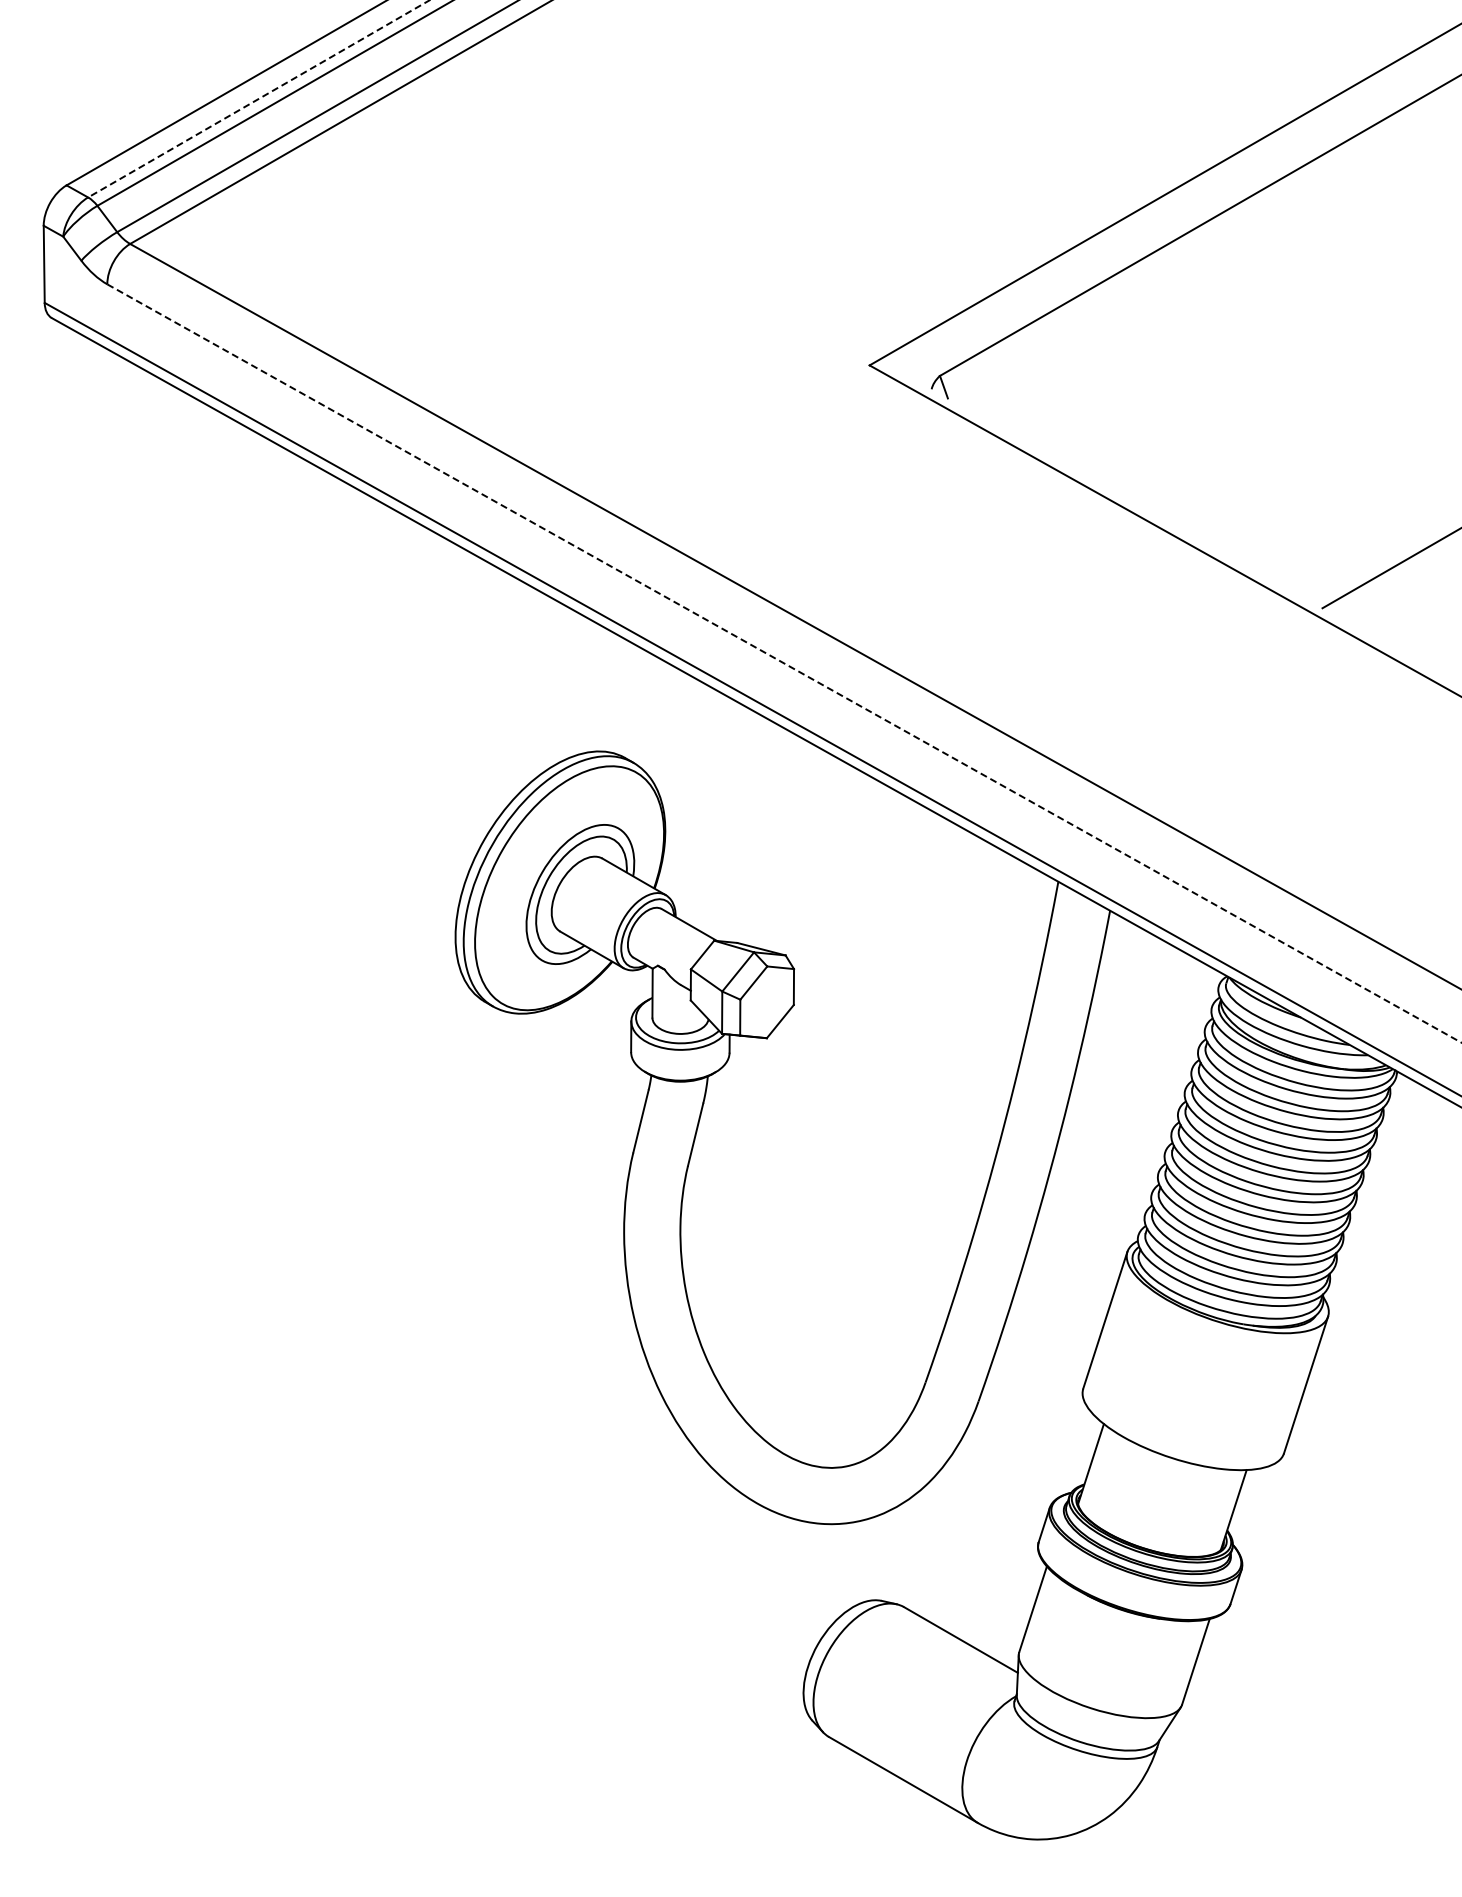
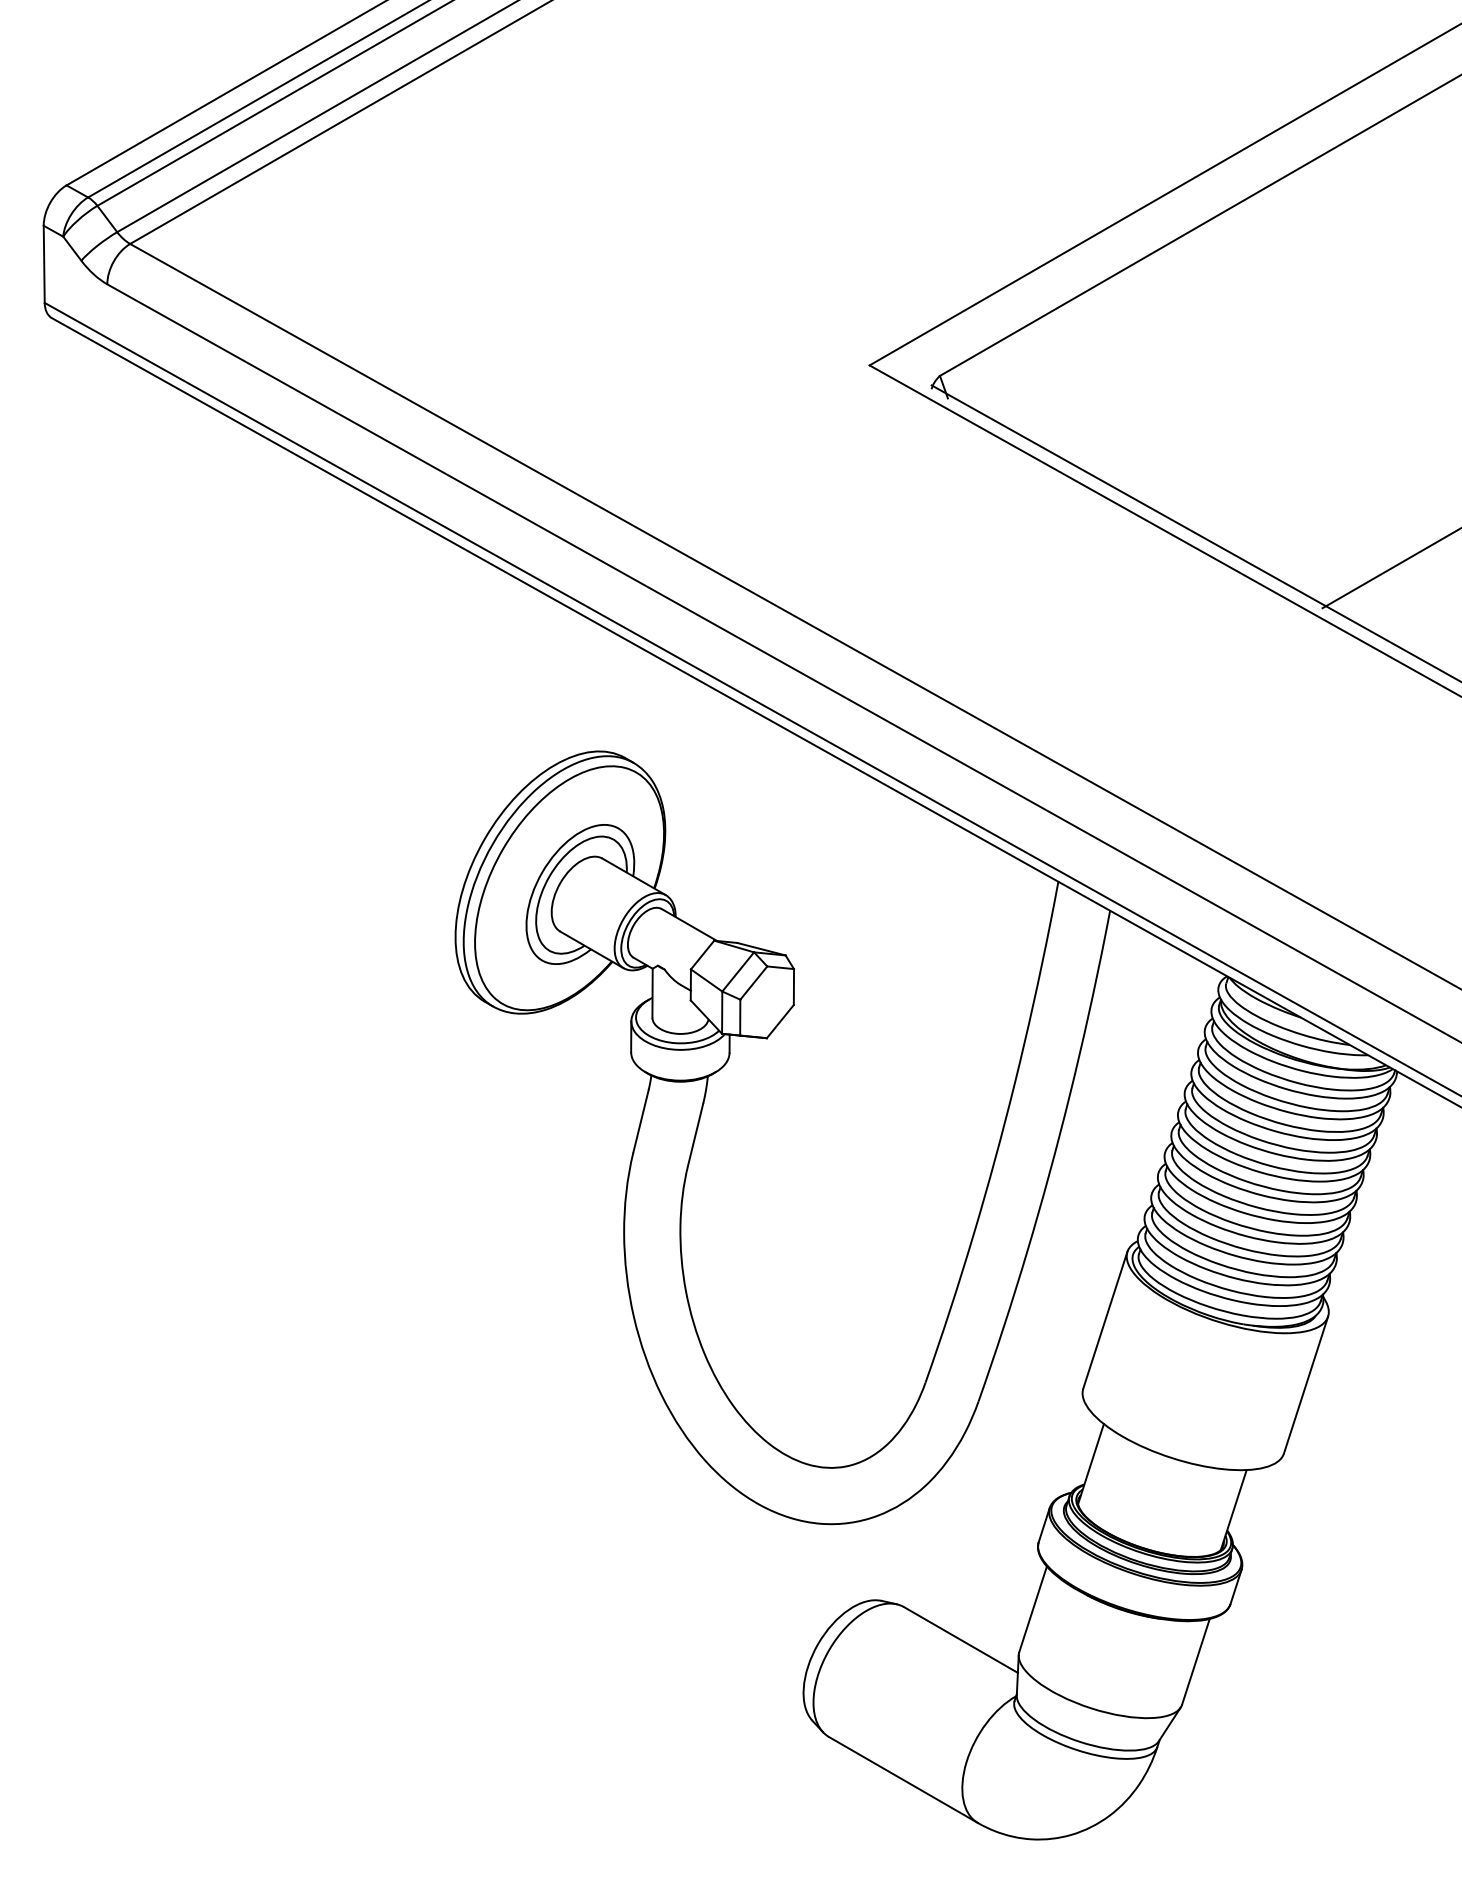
line at (258, 99): dashed -> solid
line at (1194, 532): none -> present
line at (784, 663): dashed -> solid
